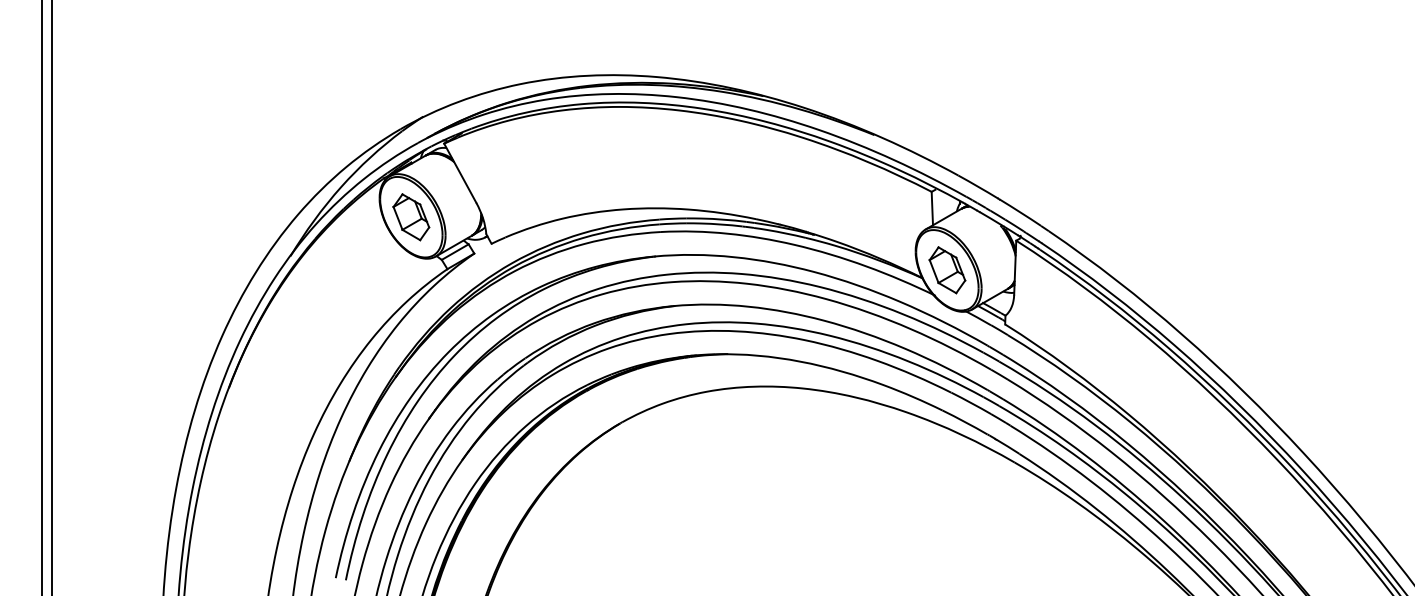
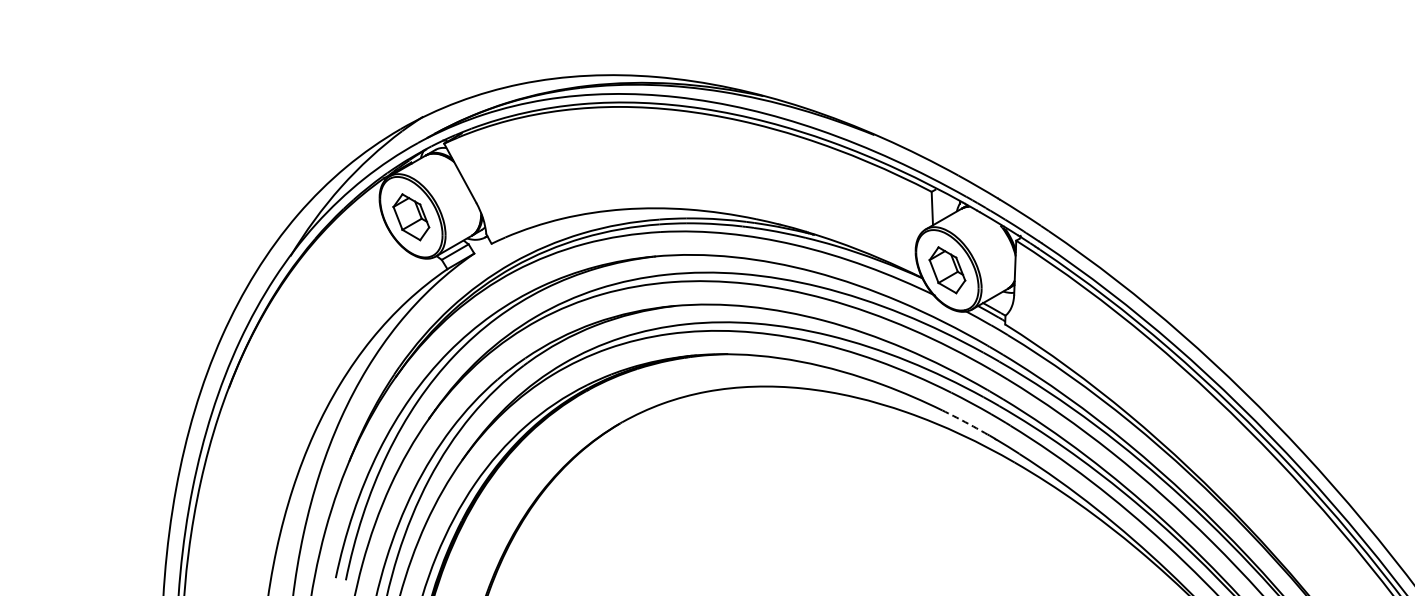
line at (42, 297): present -> none
line at (52, 297): present -> none
arc at (965, 422): solid -> dashed
